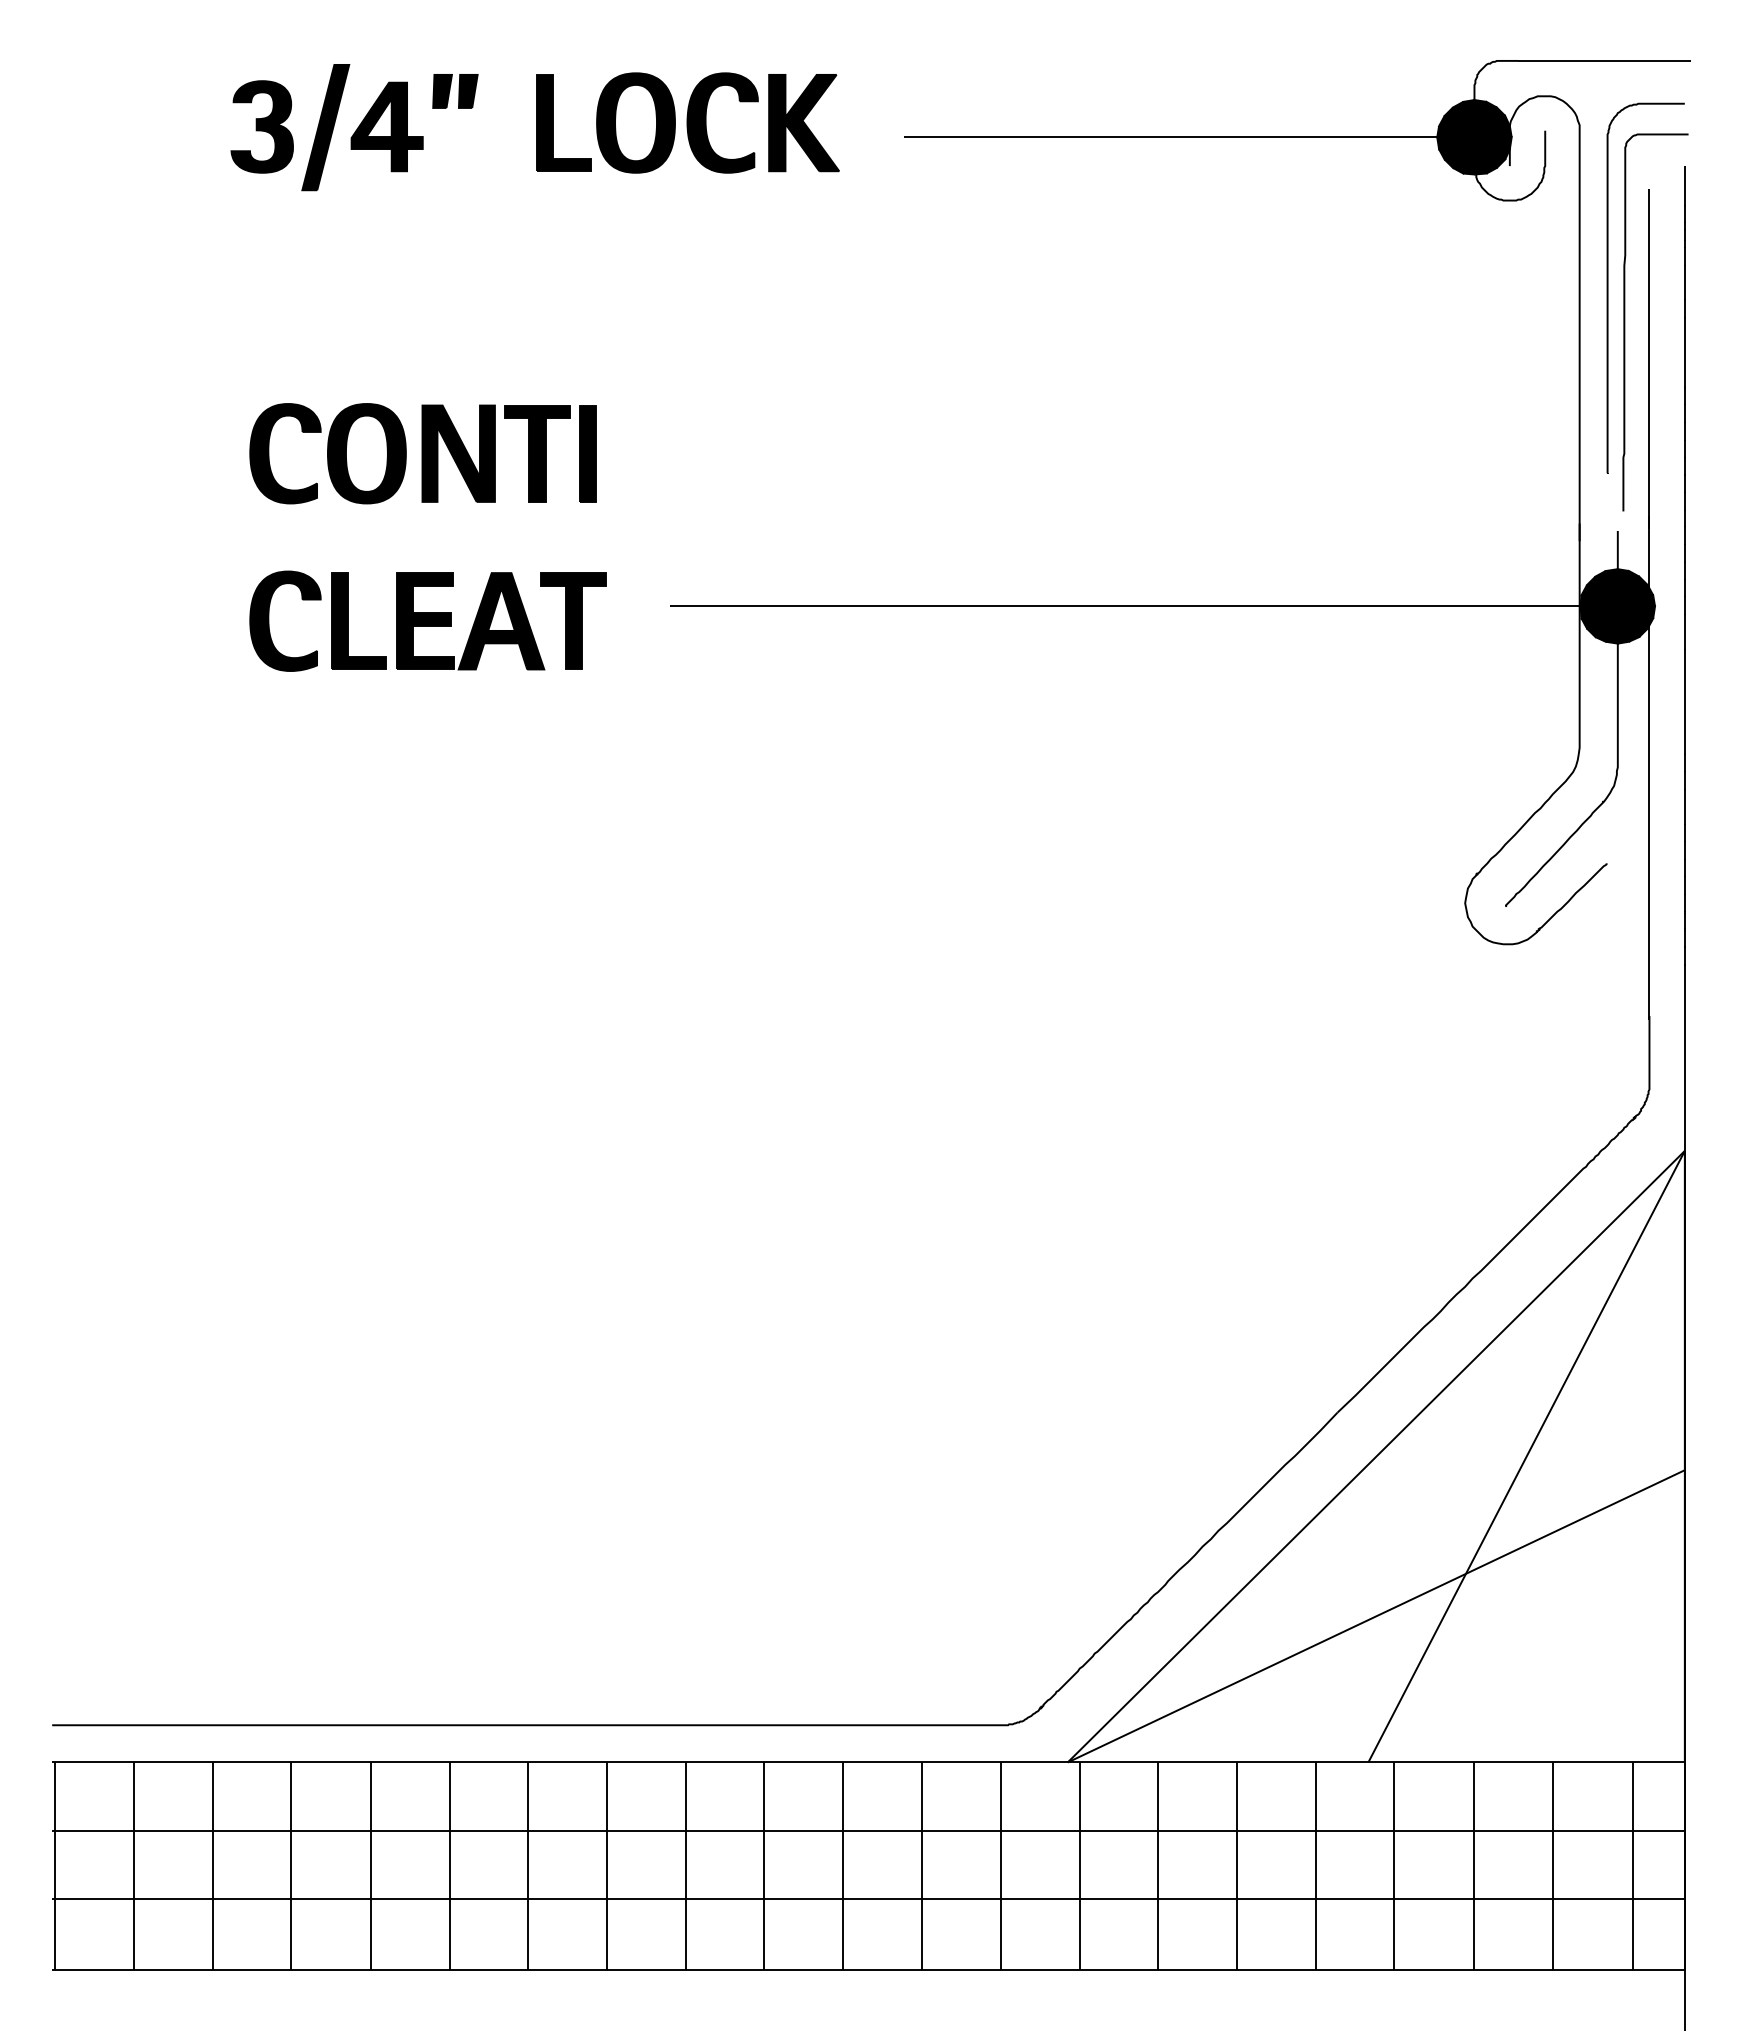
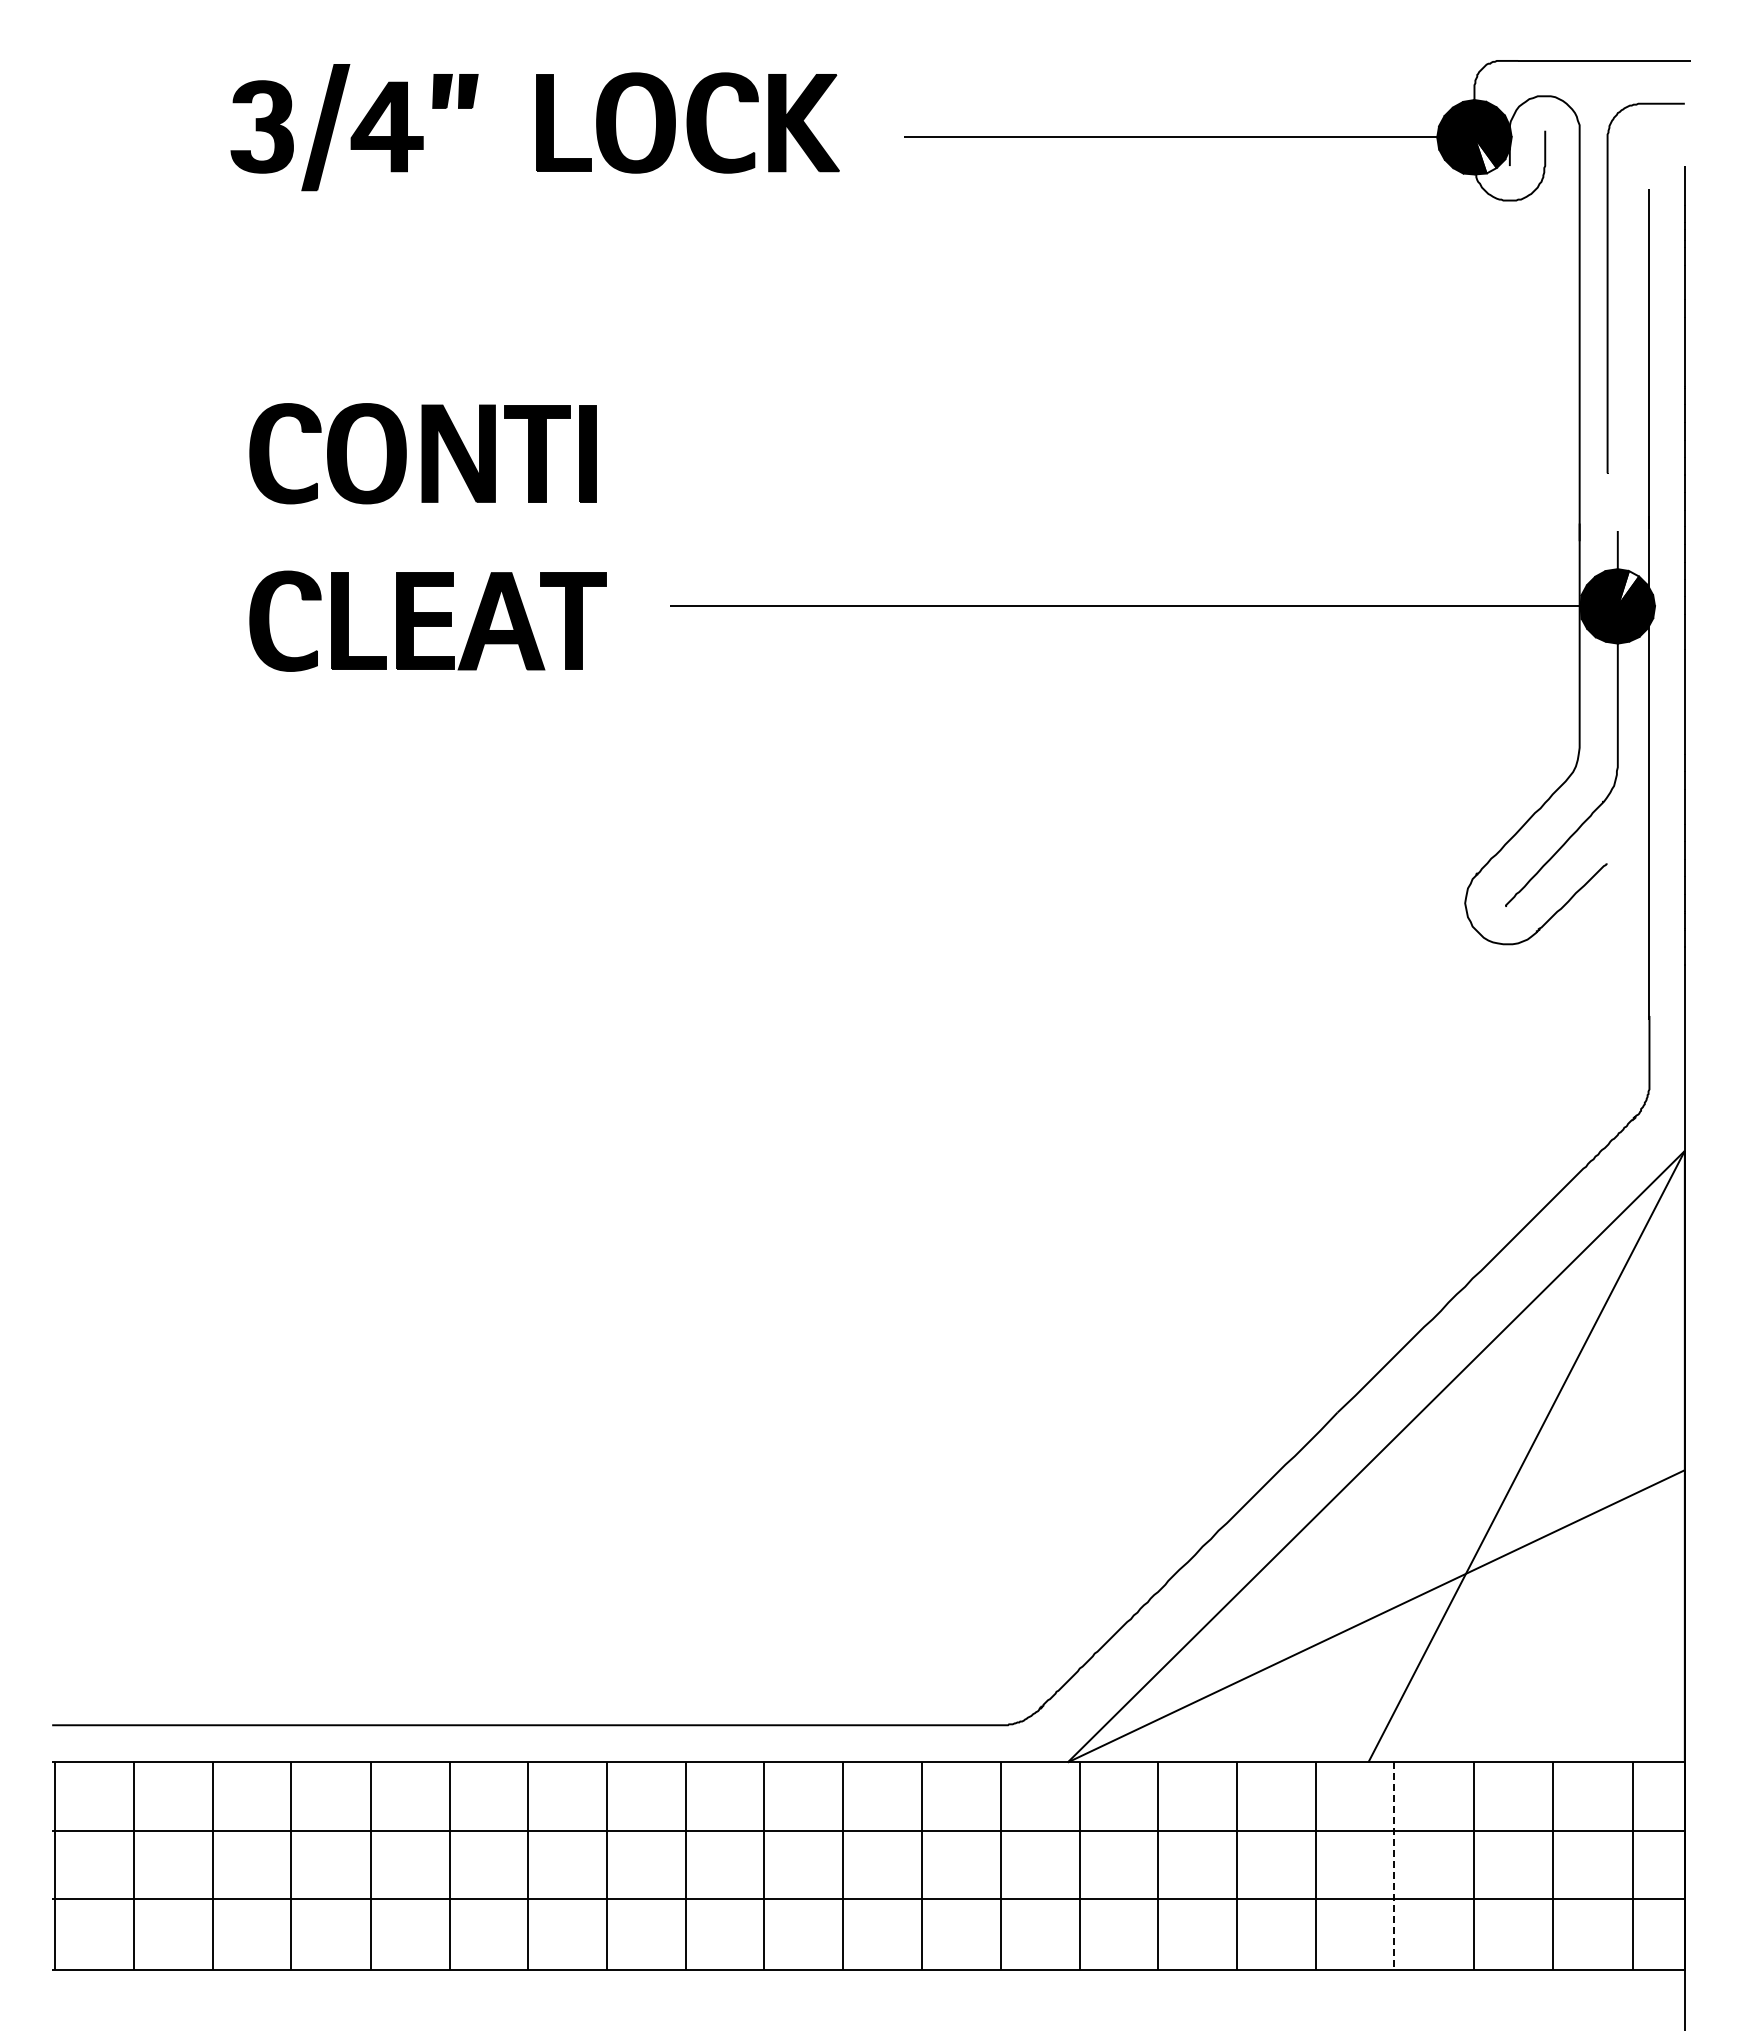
fill at (1485, 155): present -> none
curve at (1625, 322): present -> none
fill at (1628, 588): present -> none
line at (1394, 1866): solid -> dashed
